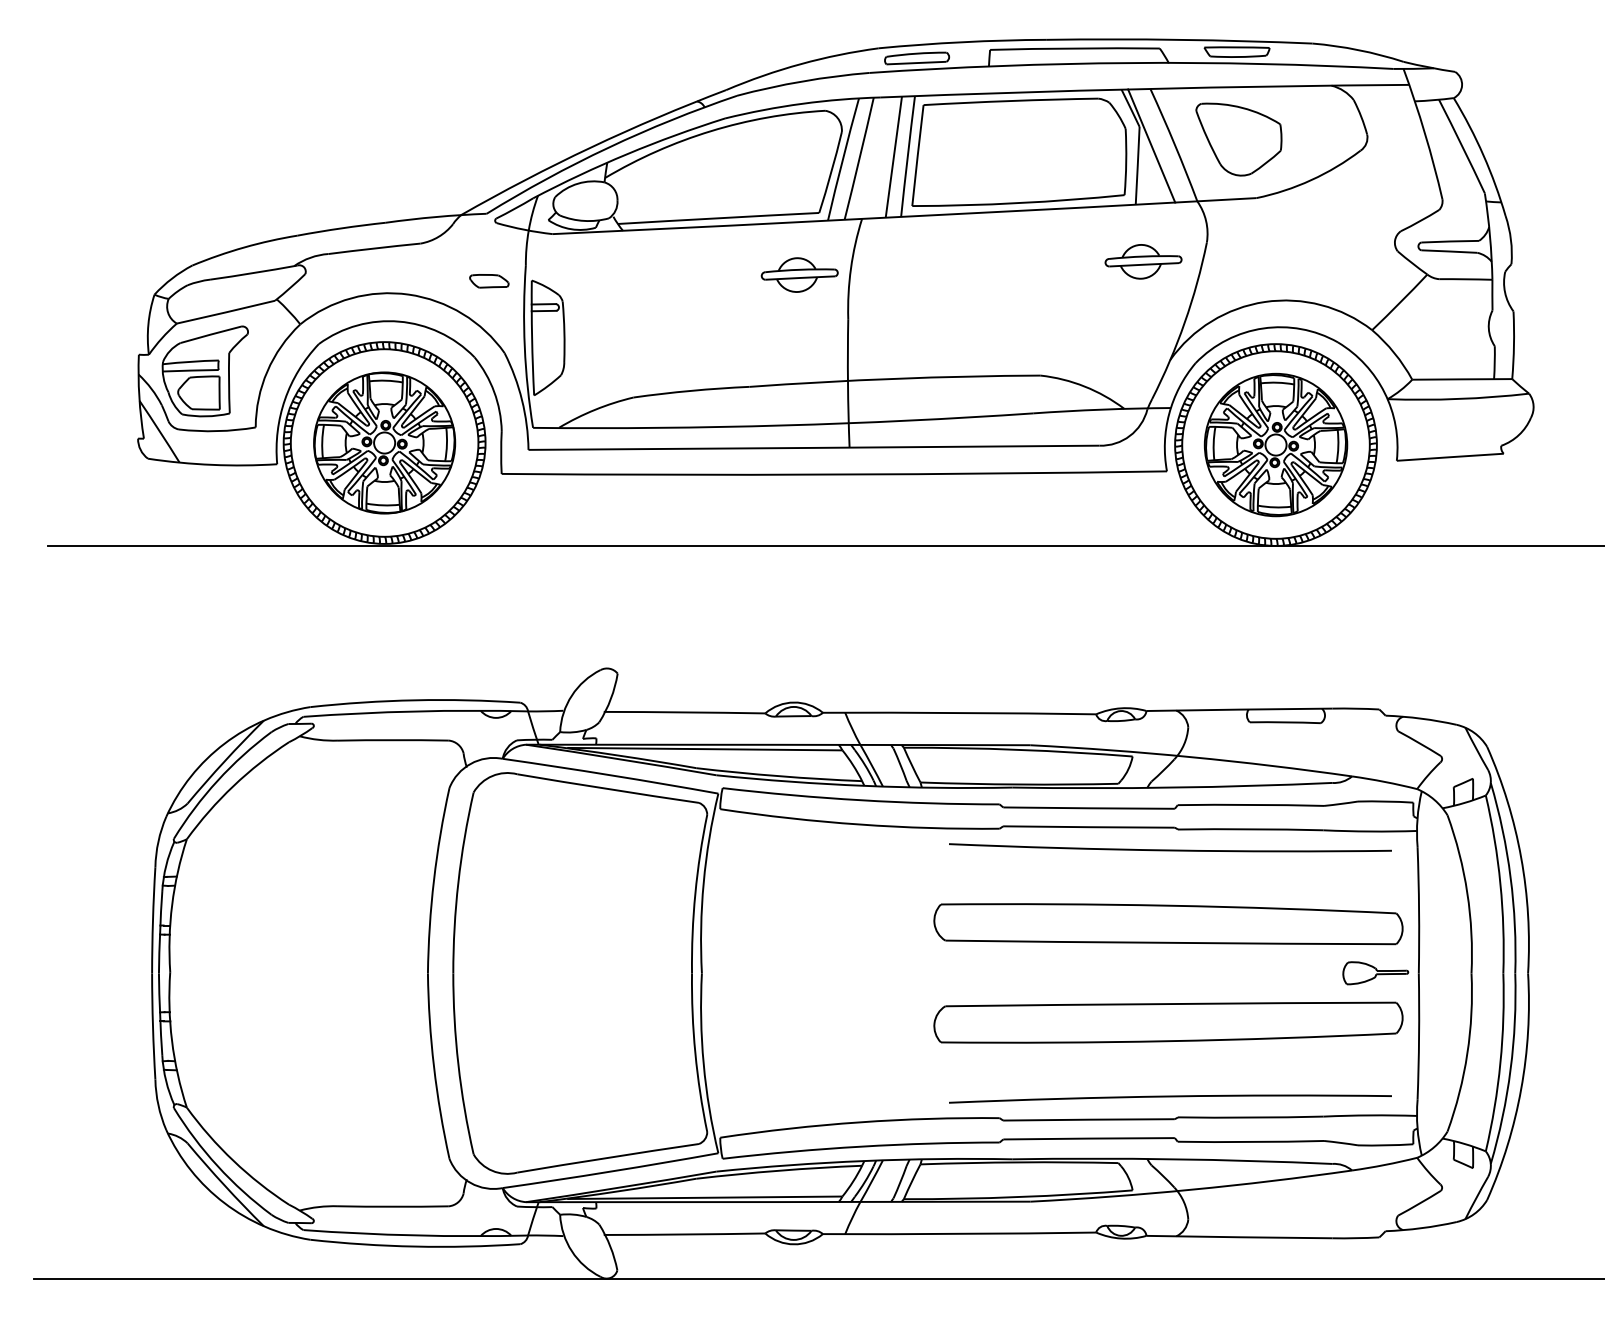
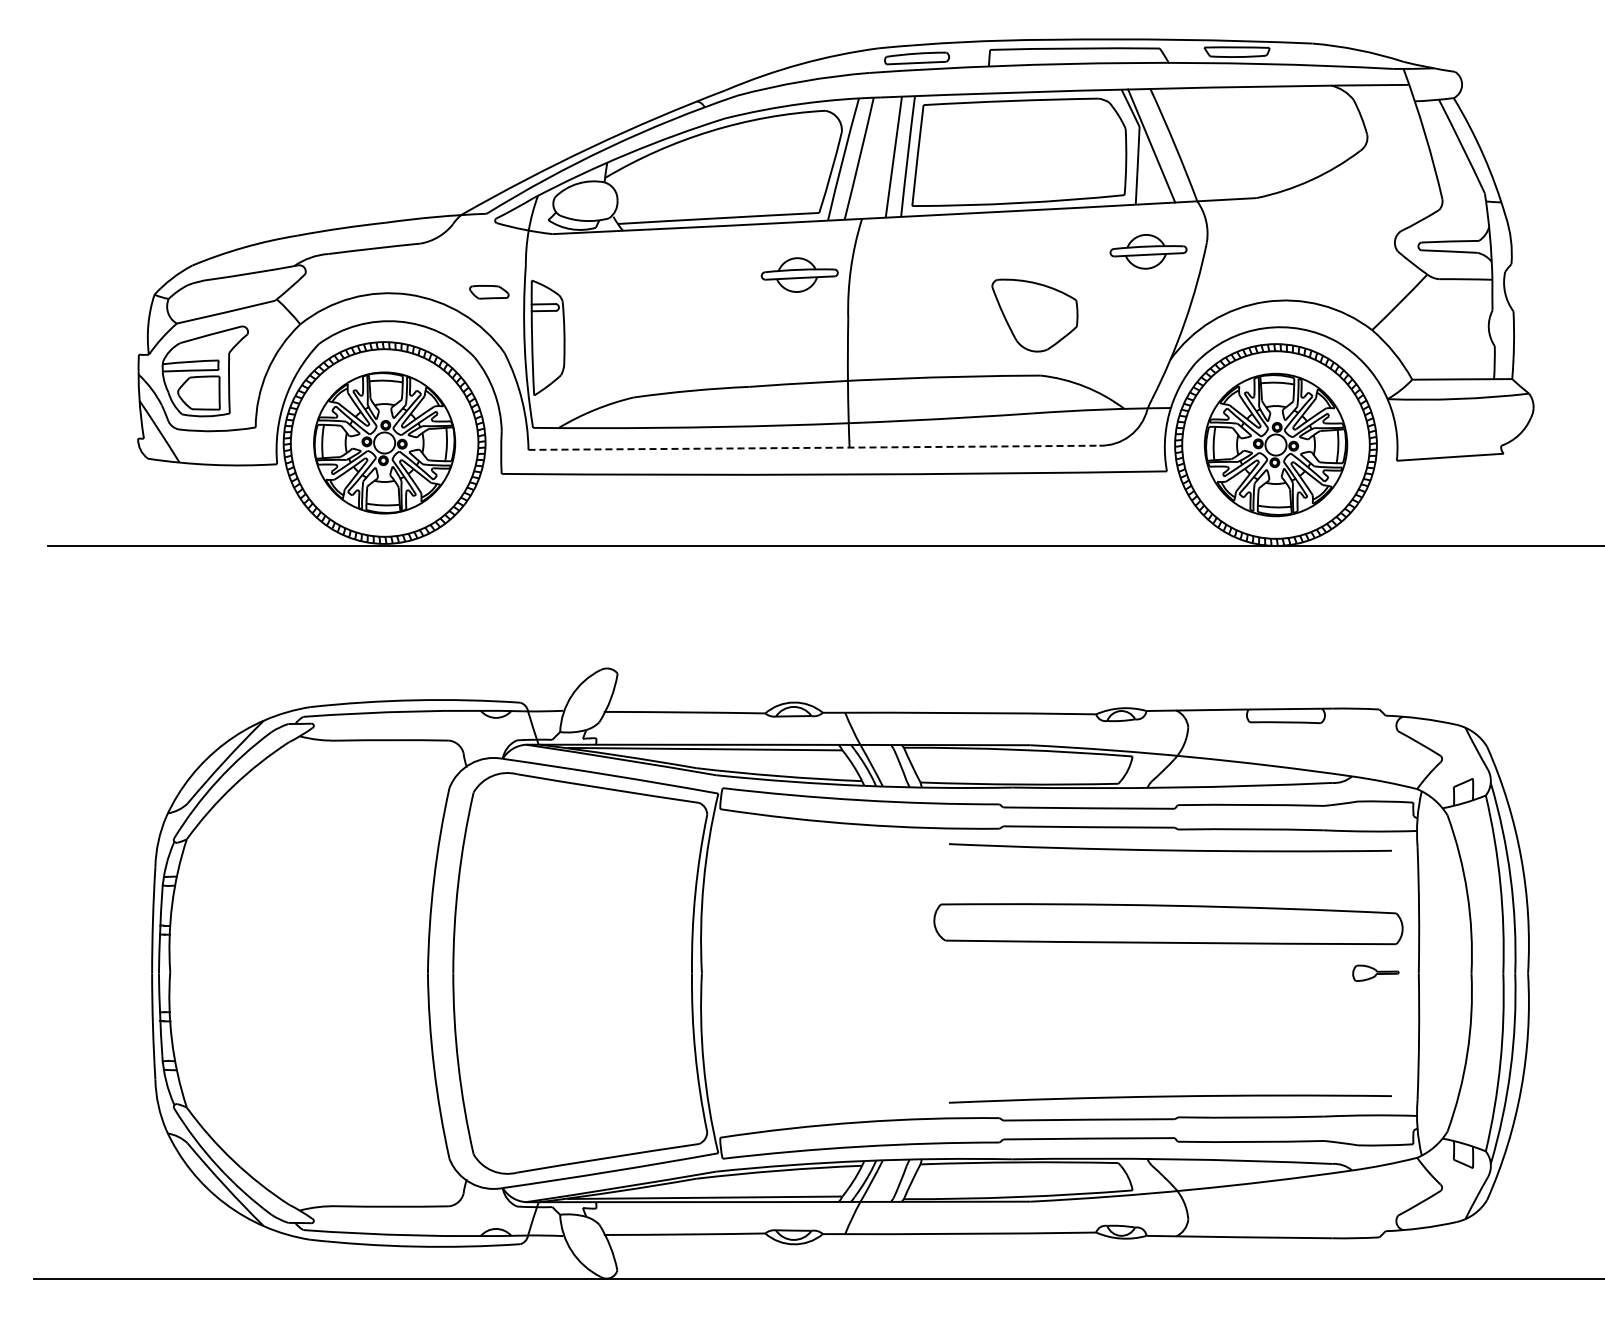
part at (1238, 139) position: (1238, 139) -> (1034, 315)
part at (1143, 261) position: (1143, 261) -> (1148, 251)
part at (489, 281) position: (489, 281) -> (489, 292)
arc at (813, 447): solid -> dashed
part at (1375, 973) size: 68x25 px -> 48x18 px
part at (1168, 1022): present -> none
